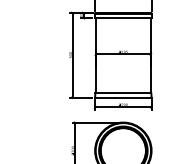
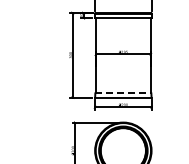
line at (123, 93): solid -> dashed
